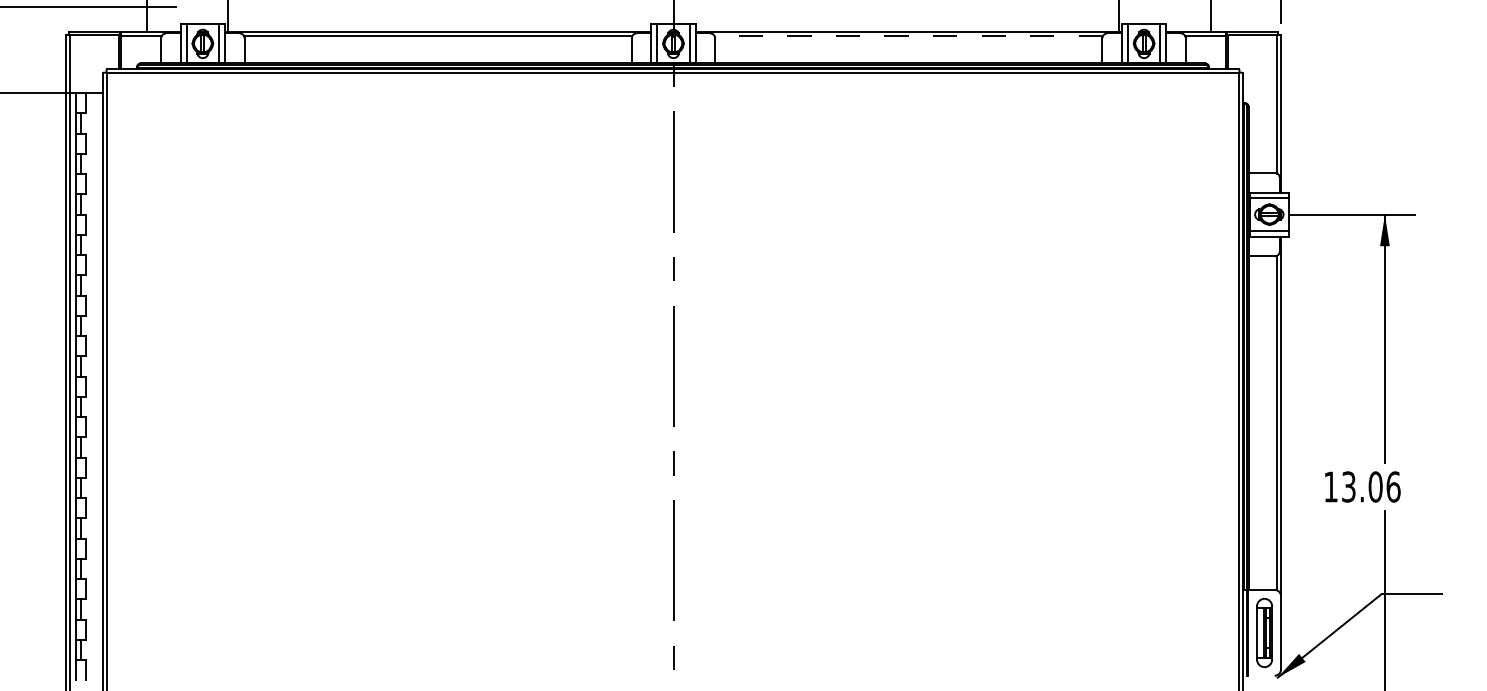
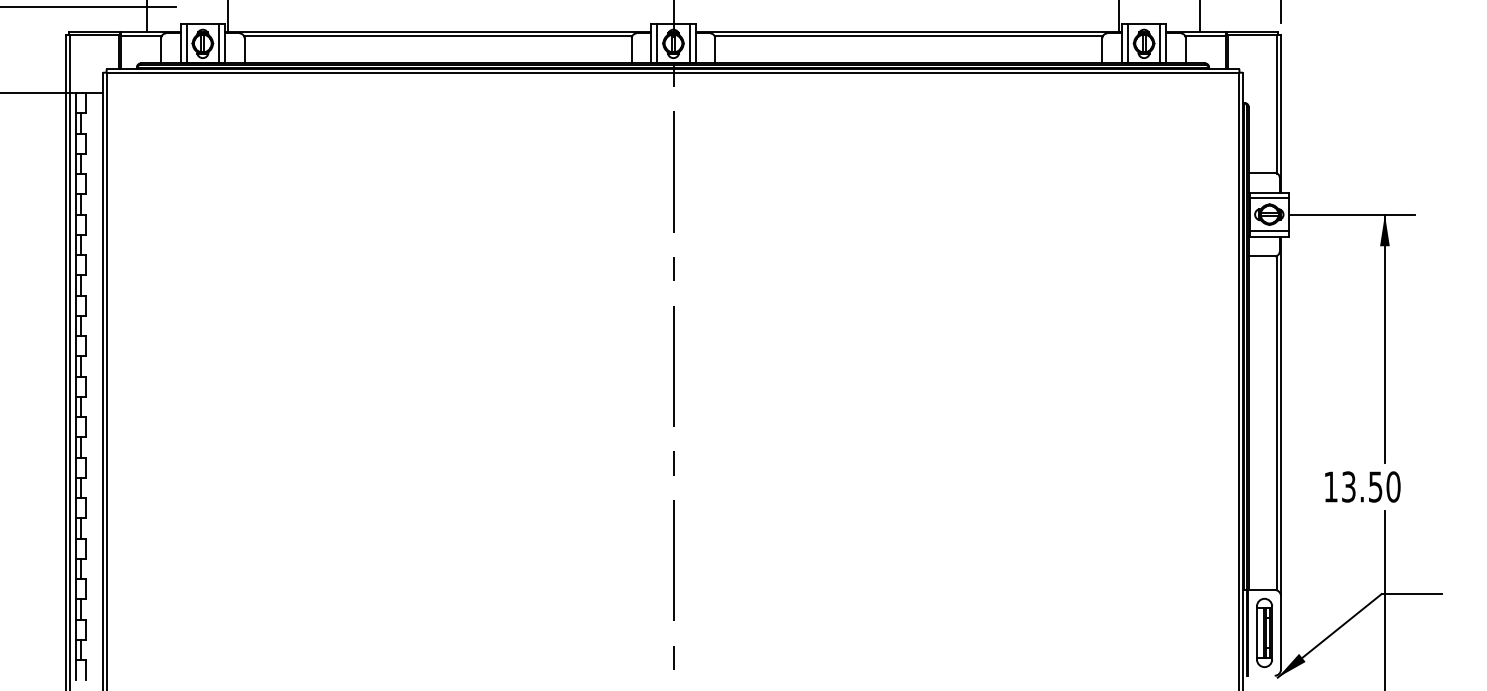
line at (1210, 17) position: (1210, 17) -> (1199, 17)
line at (908, 36): dashed -> solid
text at (1384, 486): 13.06 -> 13.50
